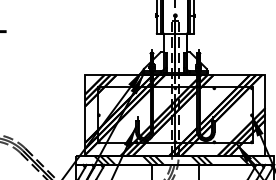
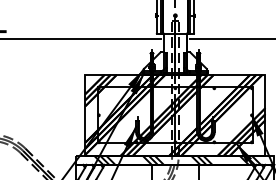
line at (81, 38): none -> present
line at (231, 38): none -> present
